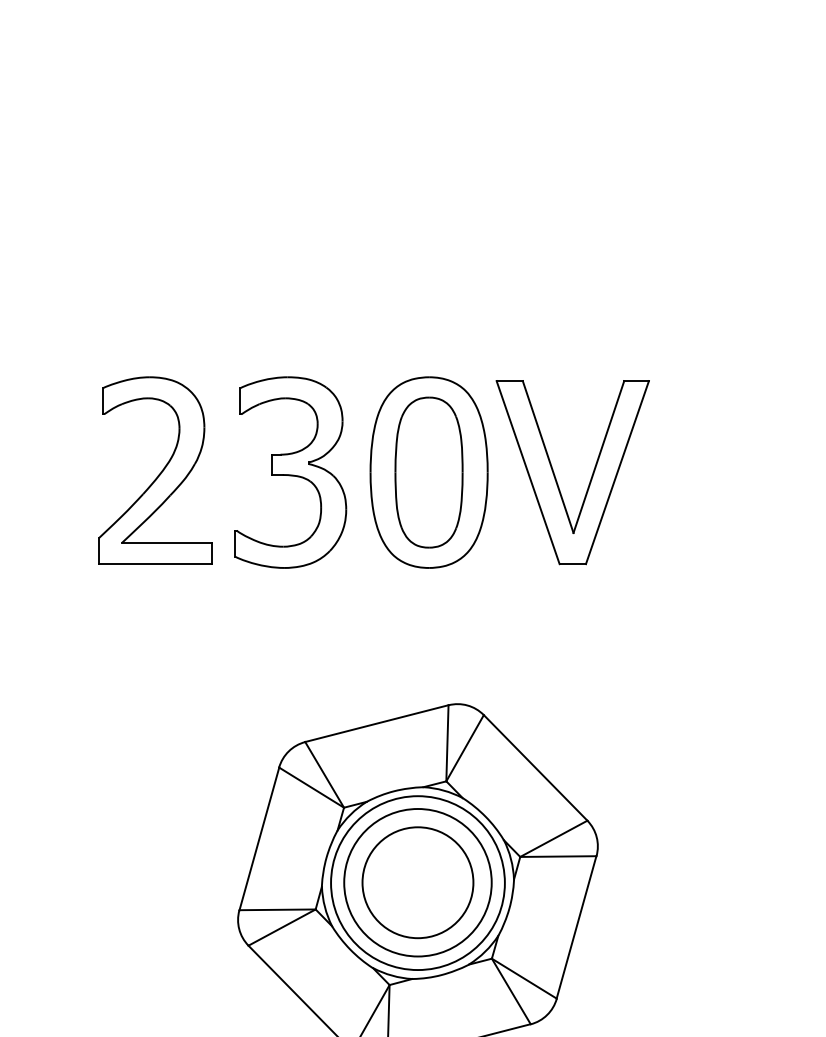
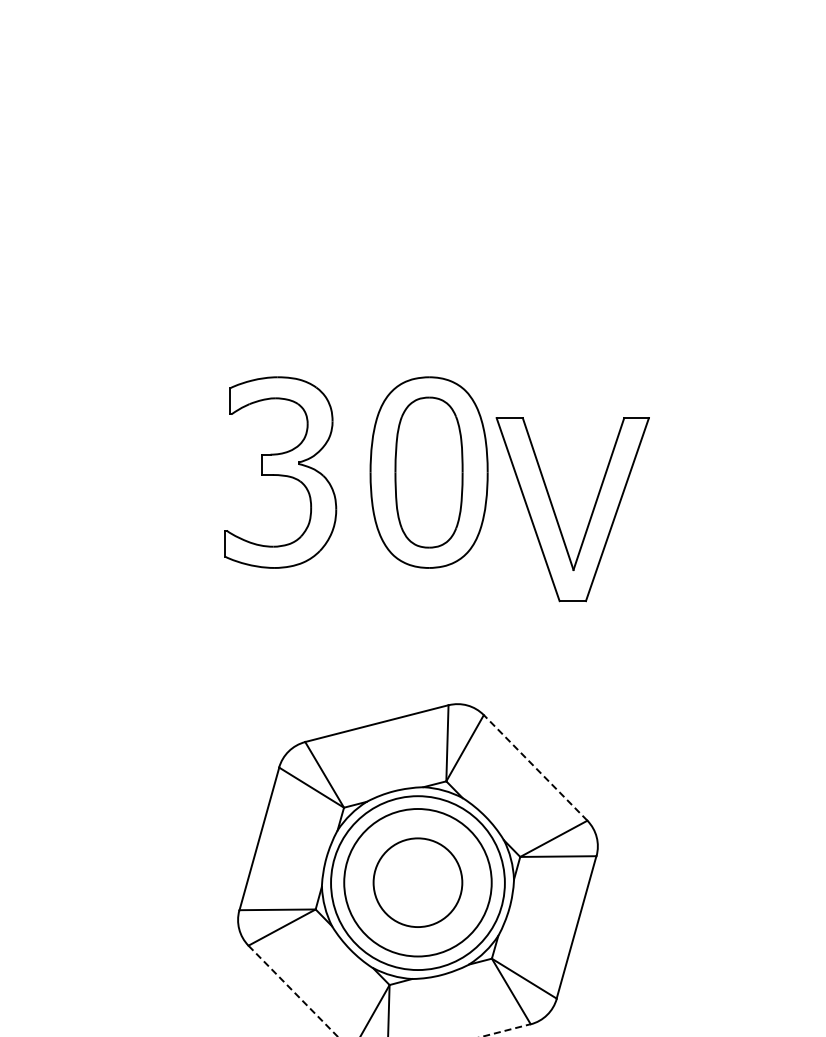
part at (155, 470): present -> none
part at (290, 472) position: (290, 472) -> (280, 472)
part at (556, 478) position: (556, 478) -> (556, 515)
line at (535, 767): solid -> dashed
circle at (417, 882) diameter: 111 px -> 89 px
line at (293, 991): solid -> dashed
line at (506, 1030): solid -> dashed
